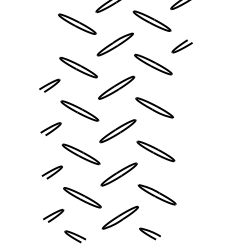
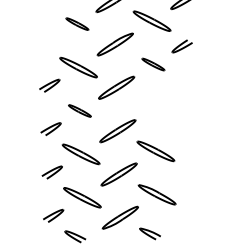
part at (77, 23) size: 39x22 px -> 25x14 px
part at (153, 64) size: 39x23 px -> 25x15 px
part at (154, 107): present -> none
part at (79, 110) size: 40x22 px -> 24x14 px
